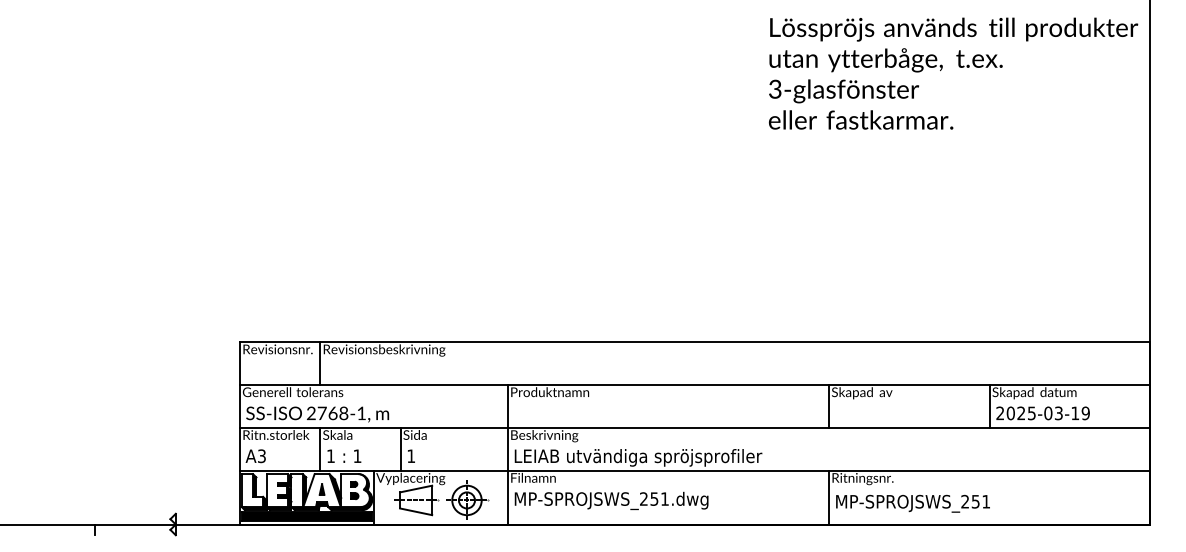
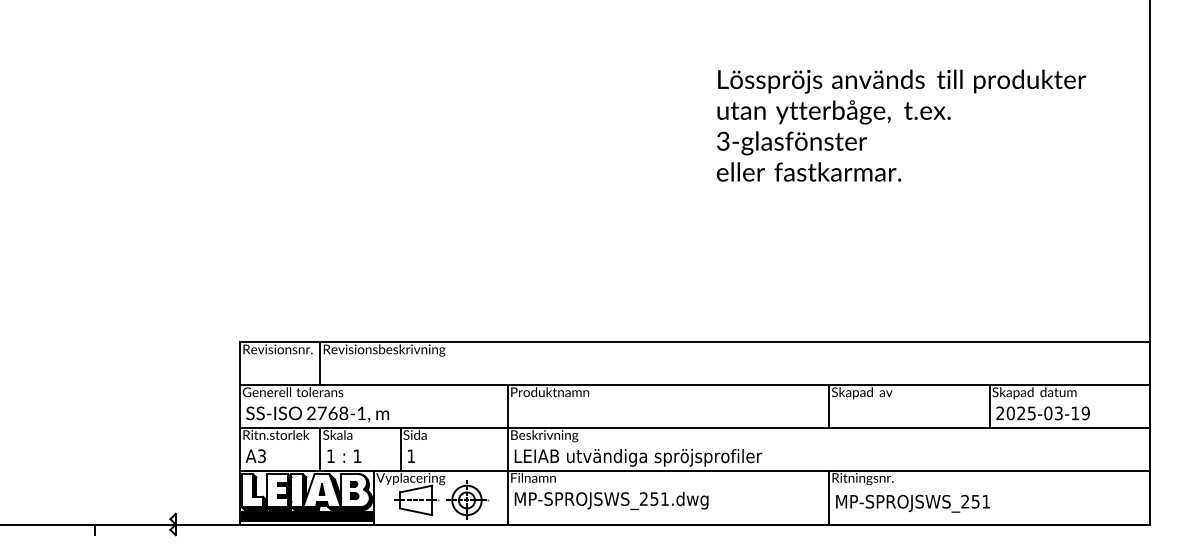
text at (953, 73) position: (953, 73) -> (901, 125)
